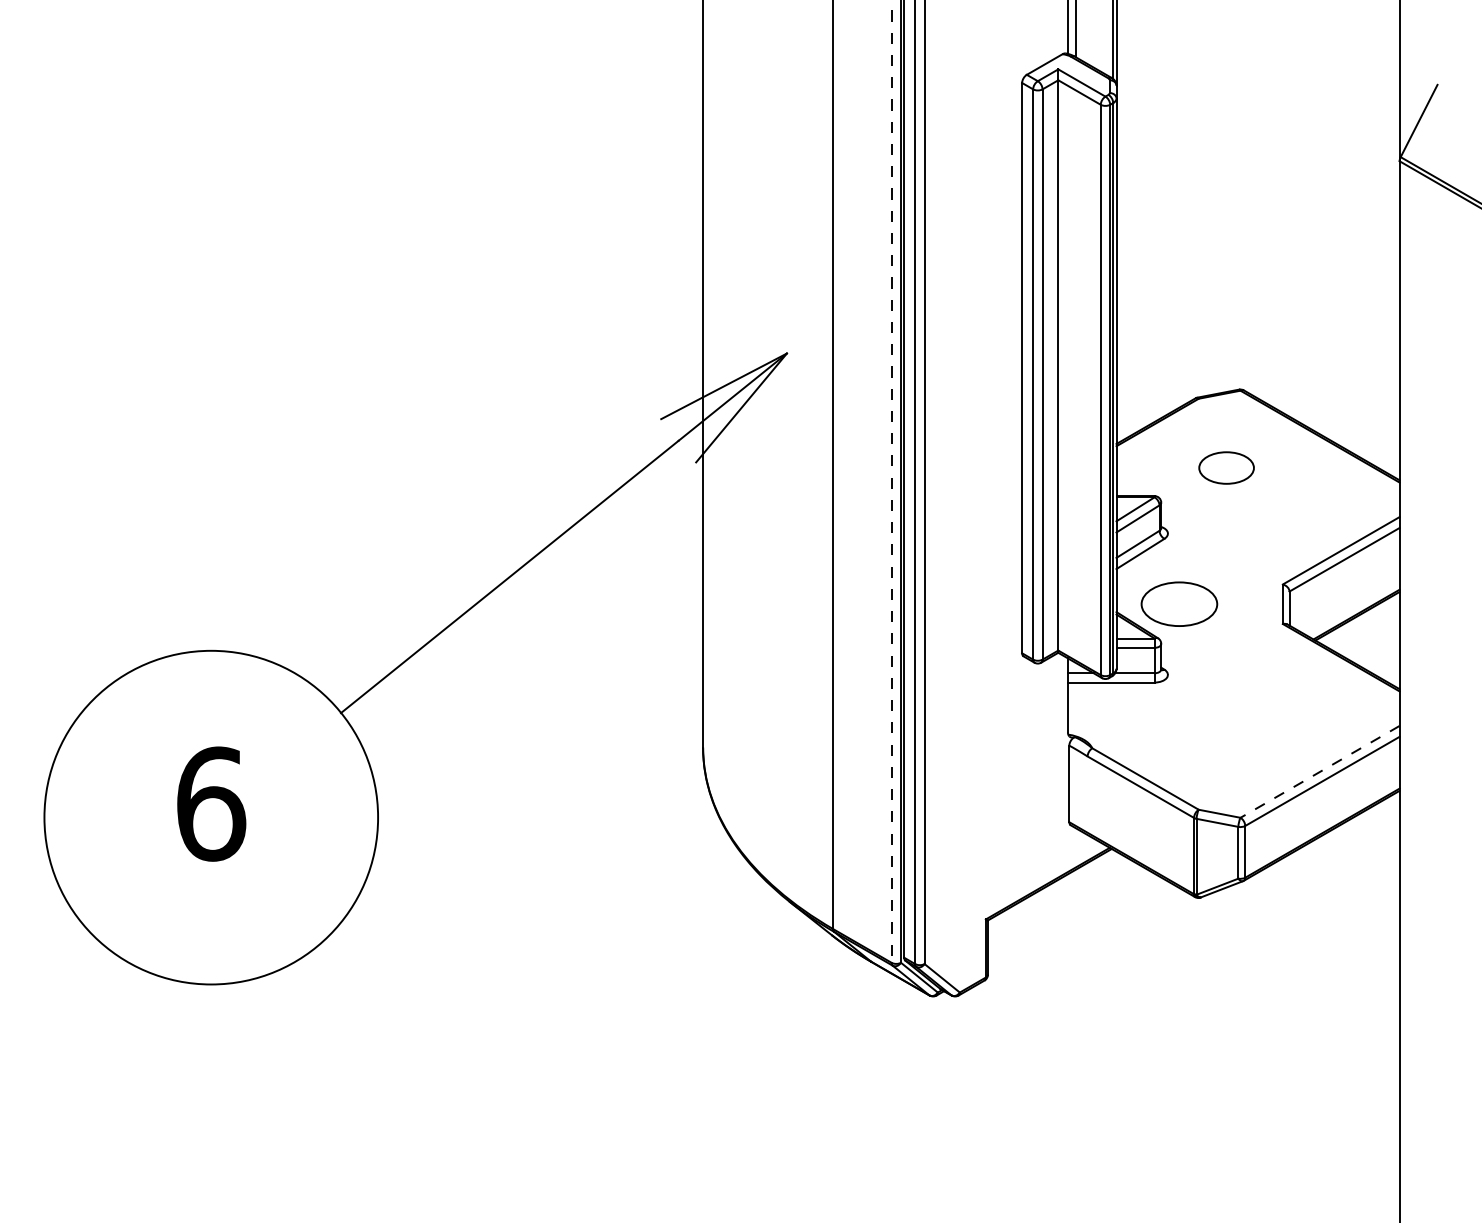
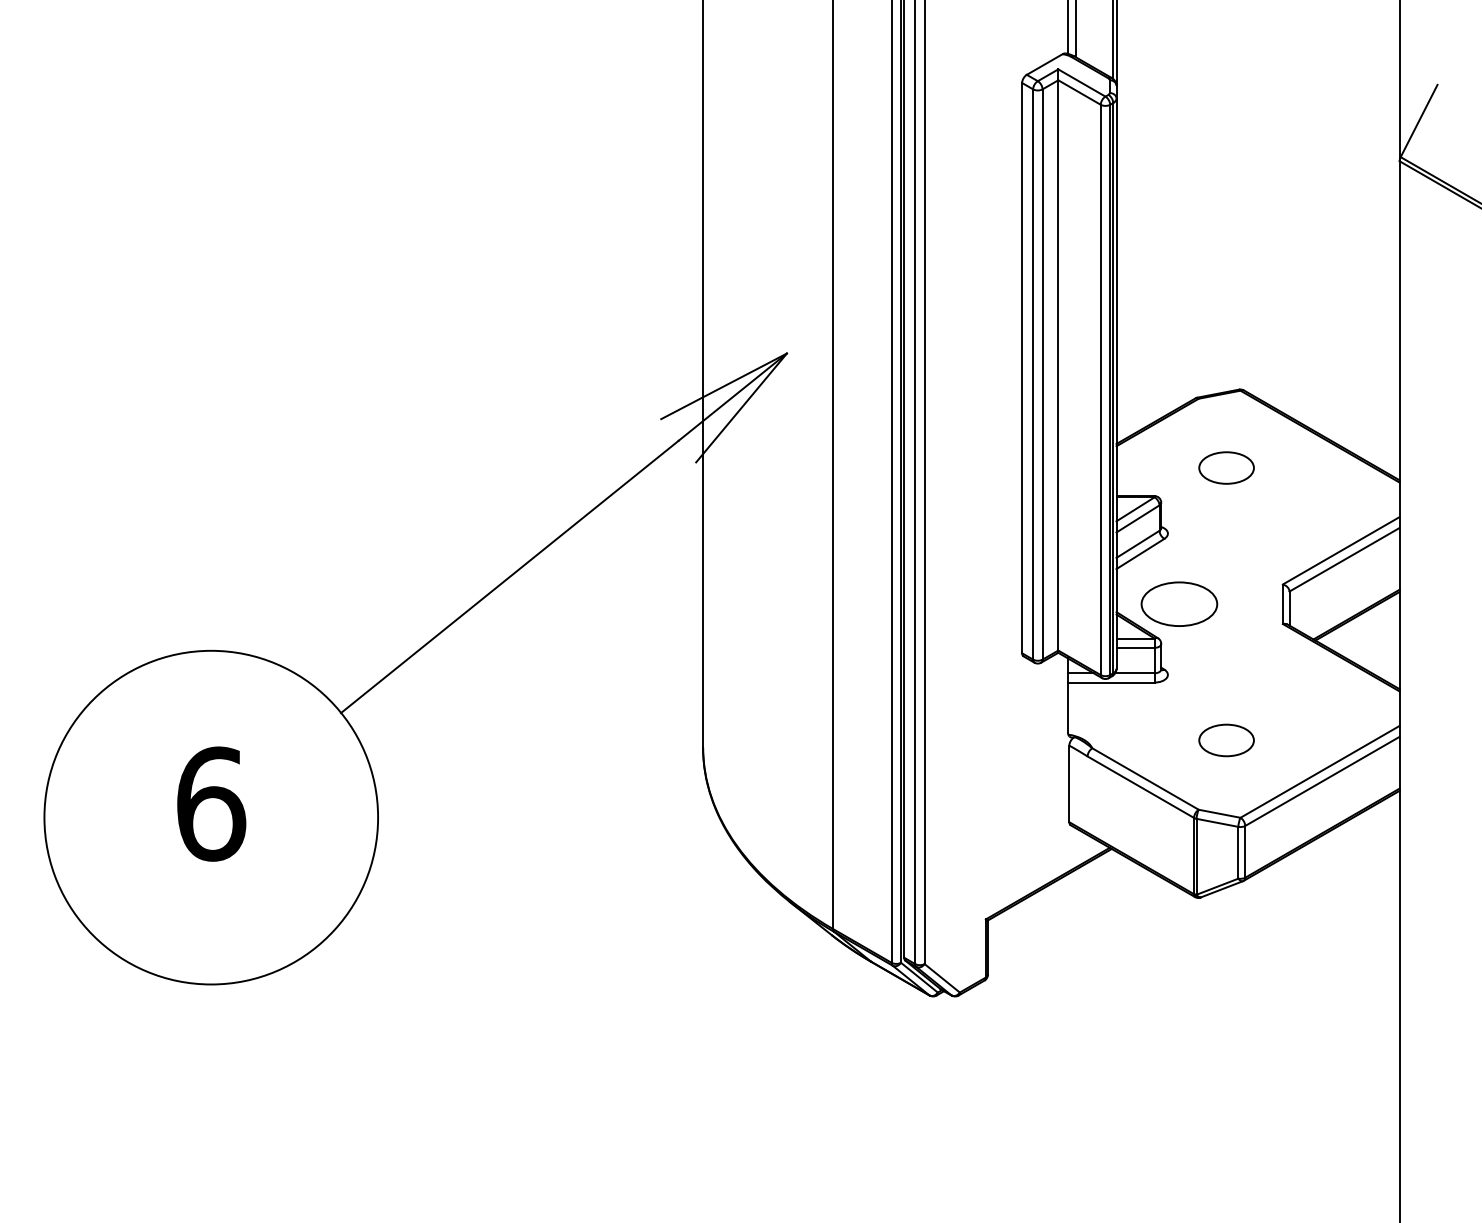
line at (891, 481): dashed -> solid
part at (1226, 740): none -> present
line at (1320, 771): dashed -> solid
